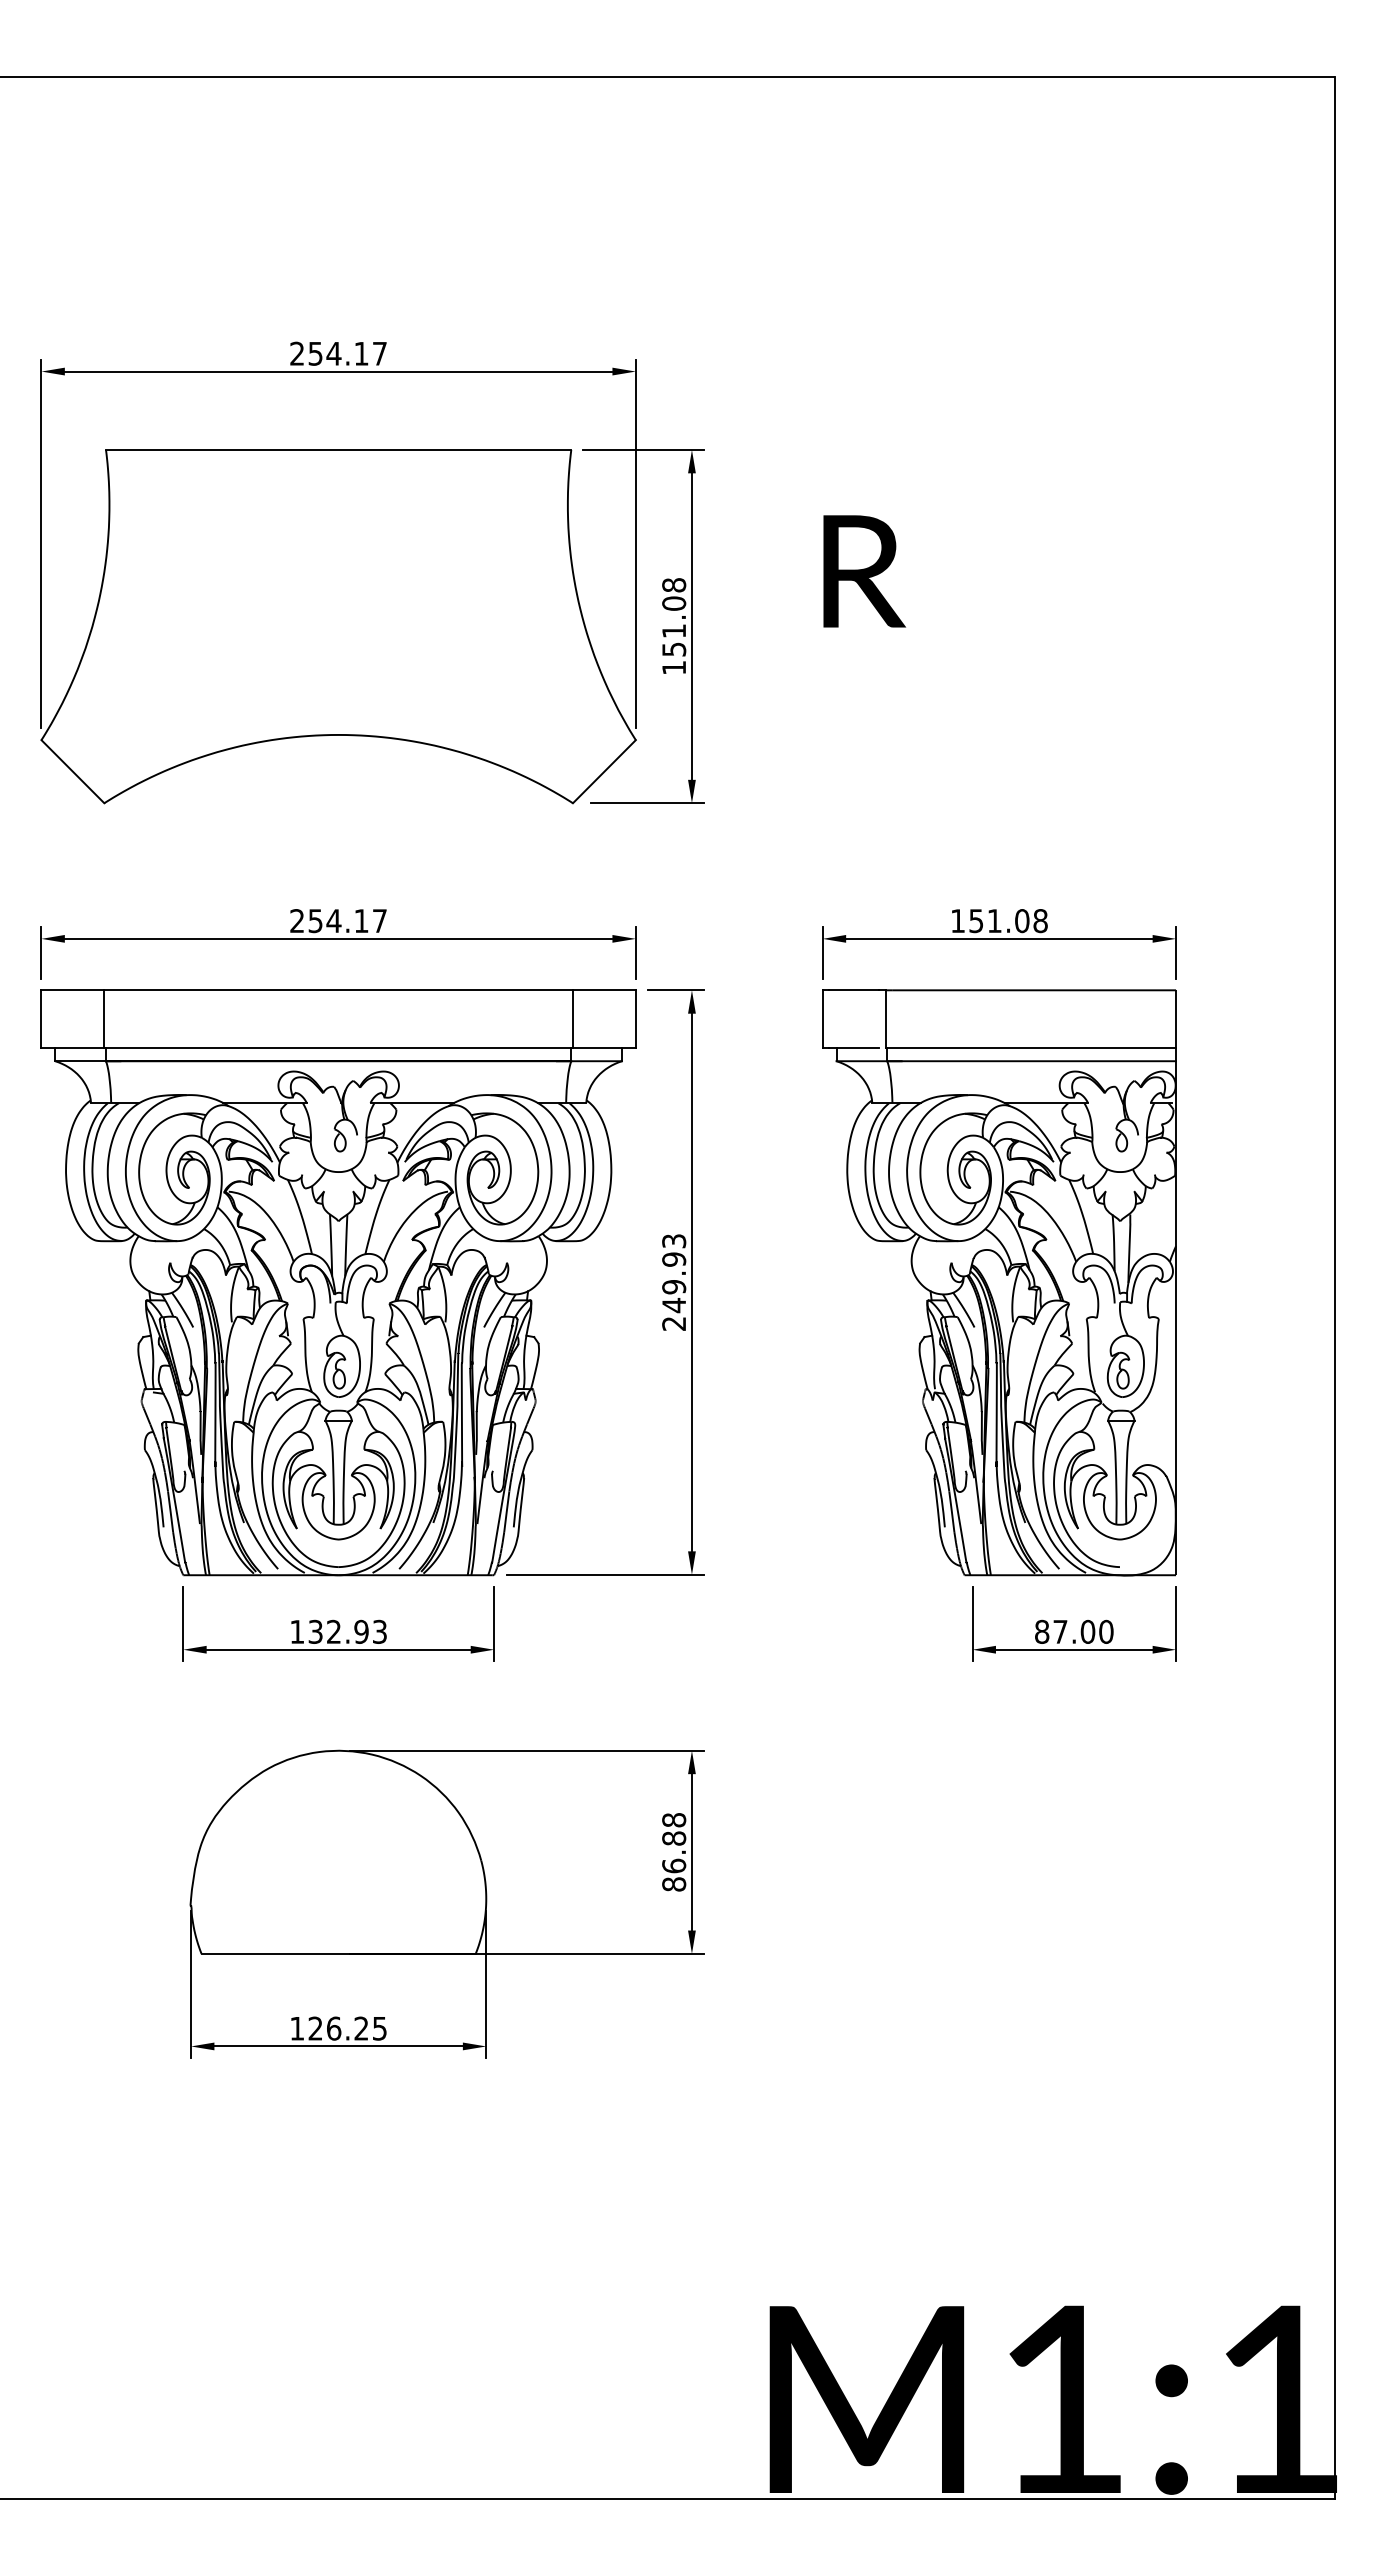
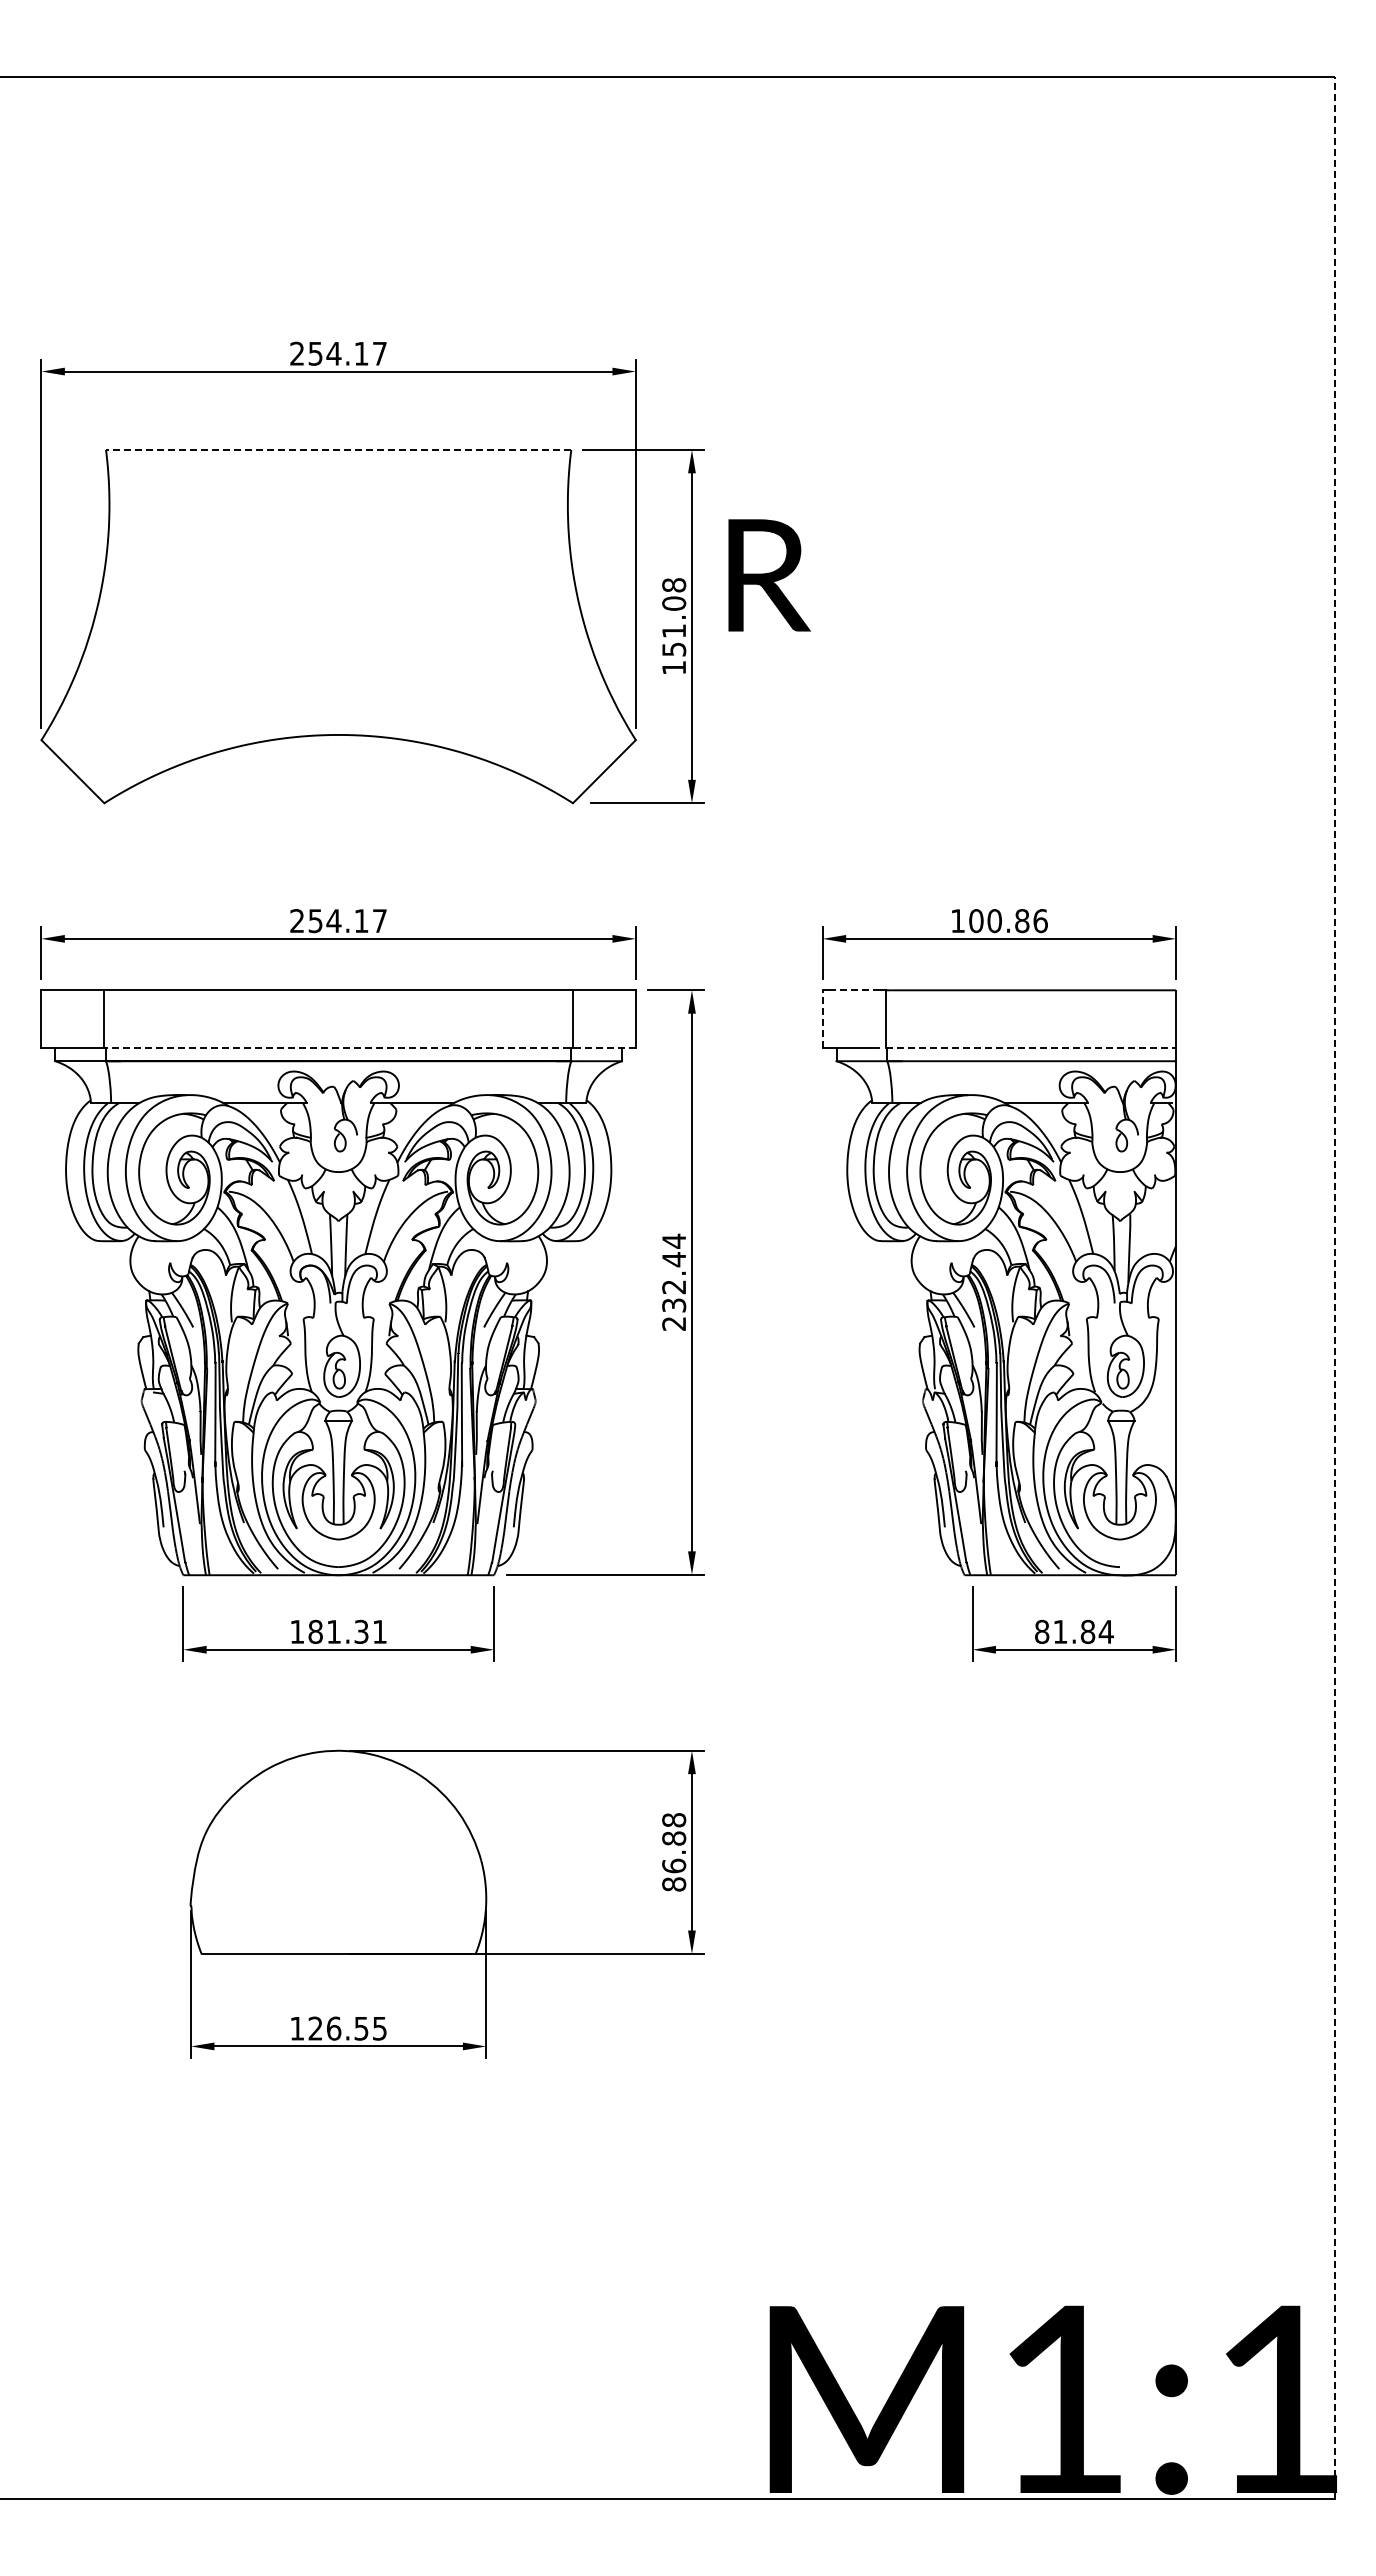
line at (338, 449): solid -> dashed
text at (864, 571) position: (864, 571) -> (769, 575)
text at (1008, 921): 151.08 -> 100.86
line at (854, 990): solid -> dashed
line at (822, 1018): solid -> dashed
line at (370, 1047): solid -> dashed
line at (1031, 1047): solid -> dashed
text at (674, 1273): 249.93 -> 232.44
line at (1334, 1287): solid -> dashed
text at (347, 1631): 132.93 -> 181.31
text at (1083, 1631): 87.00 -> 81.84
text at (361, 2028): 126.25 -> 126.55
